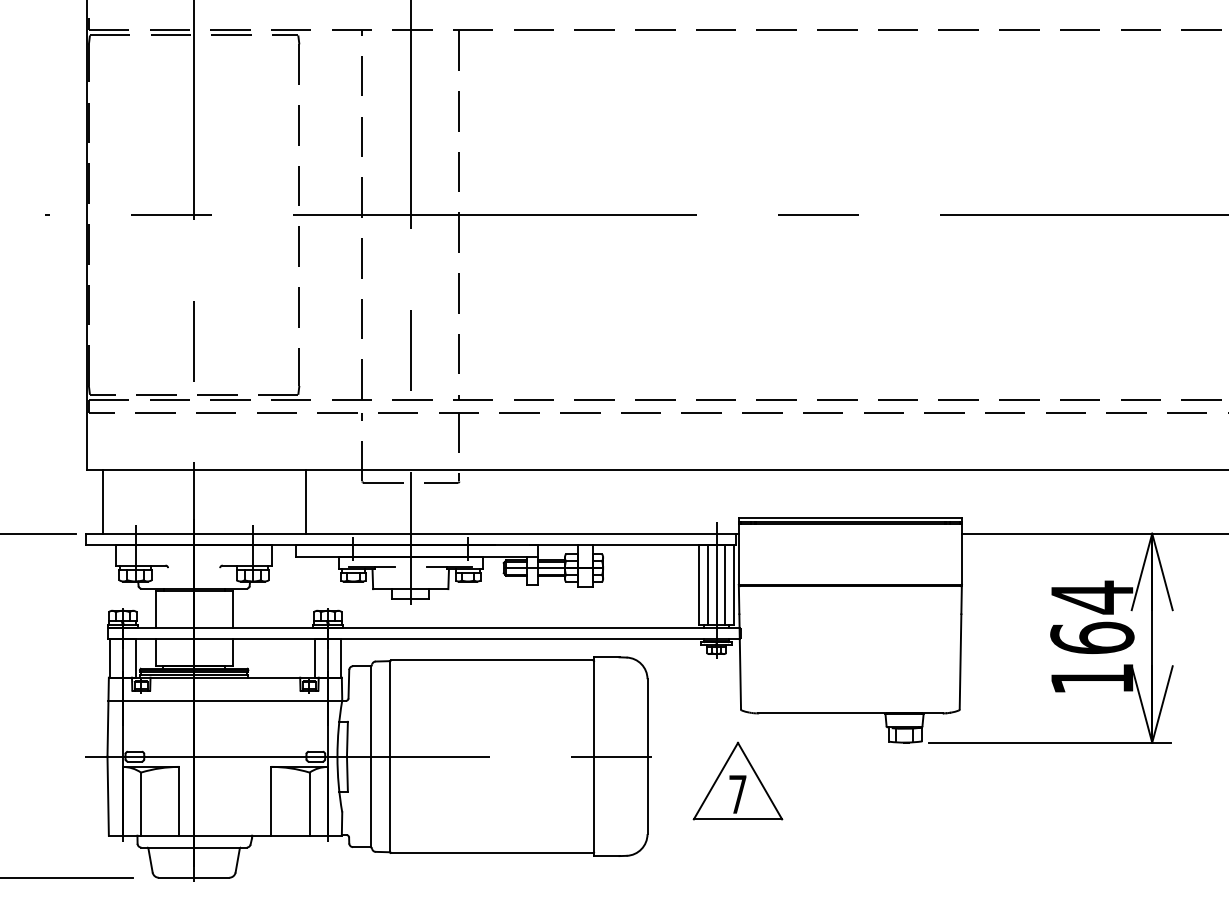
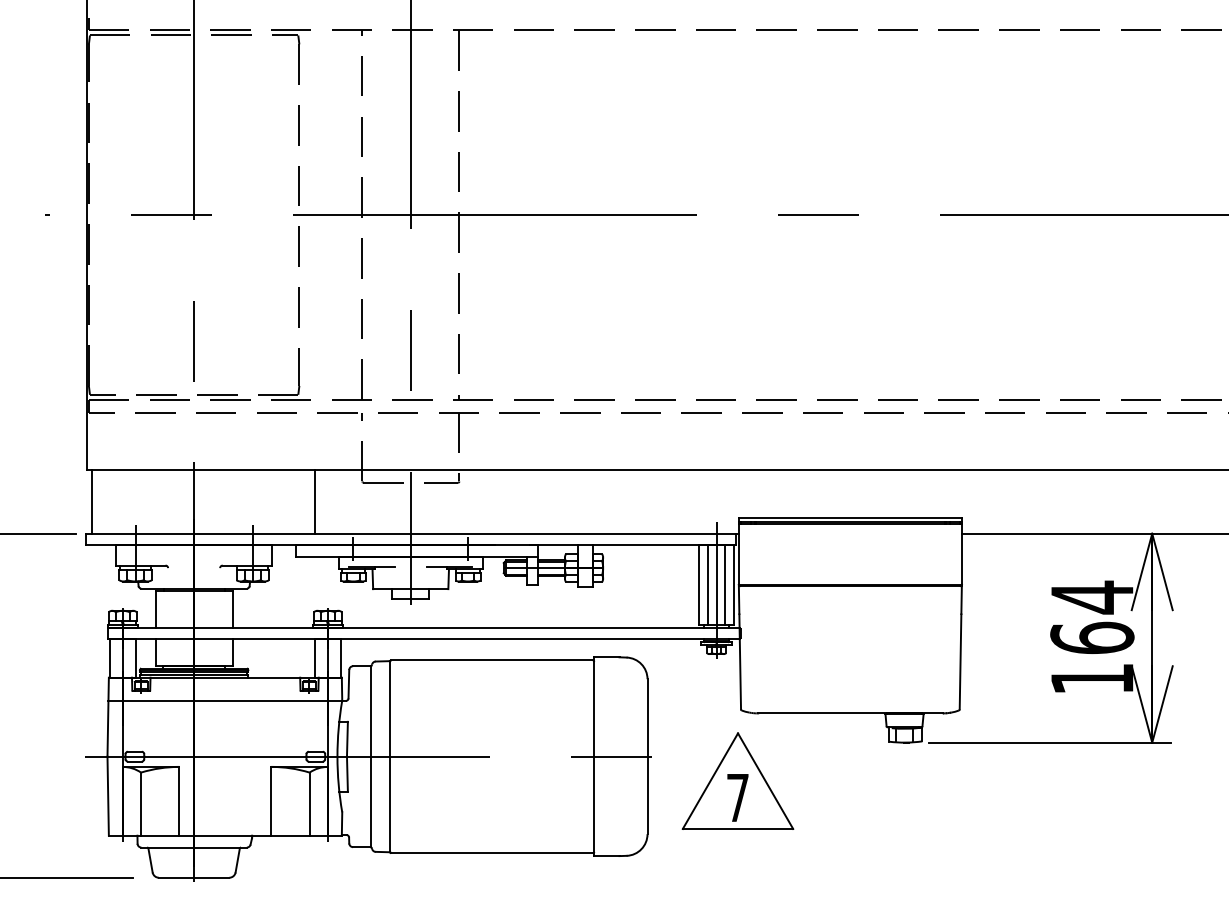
line at (103, 501) position: (103, 501) -> (92, 501)
line at (306, 501) position: (306, 501) -> (315, 501)
part at (737, 780) size: 92x80 px -> 114x98 px
